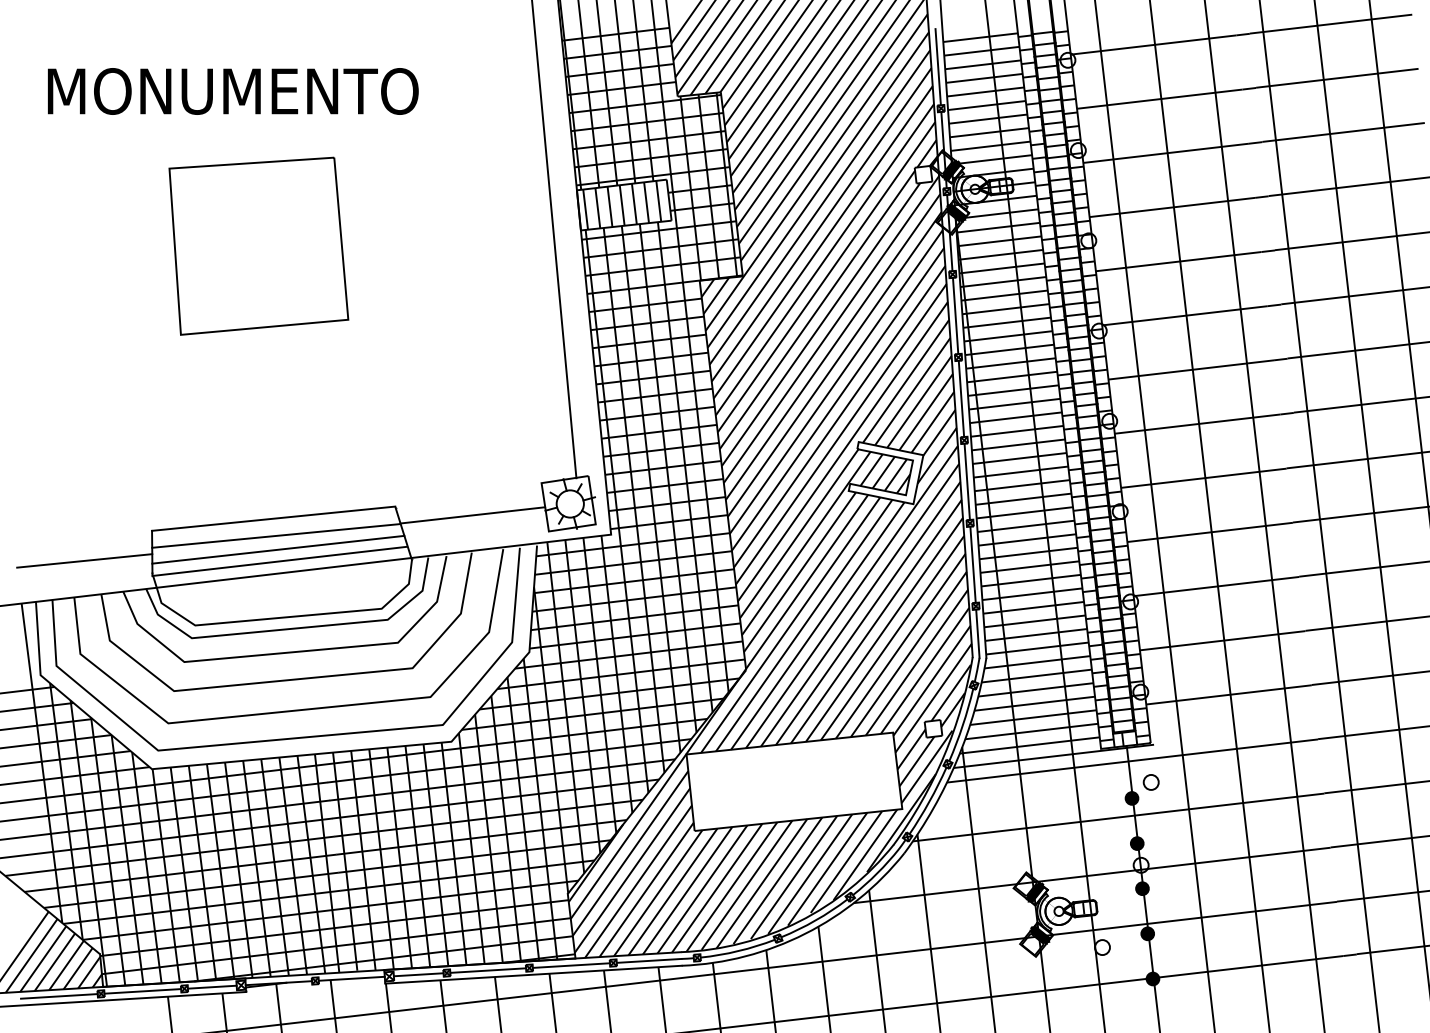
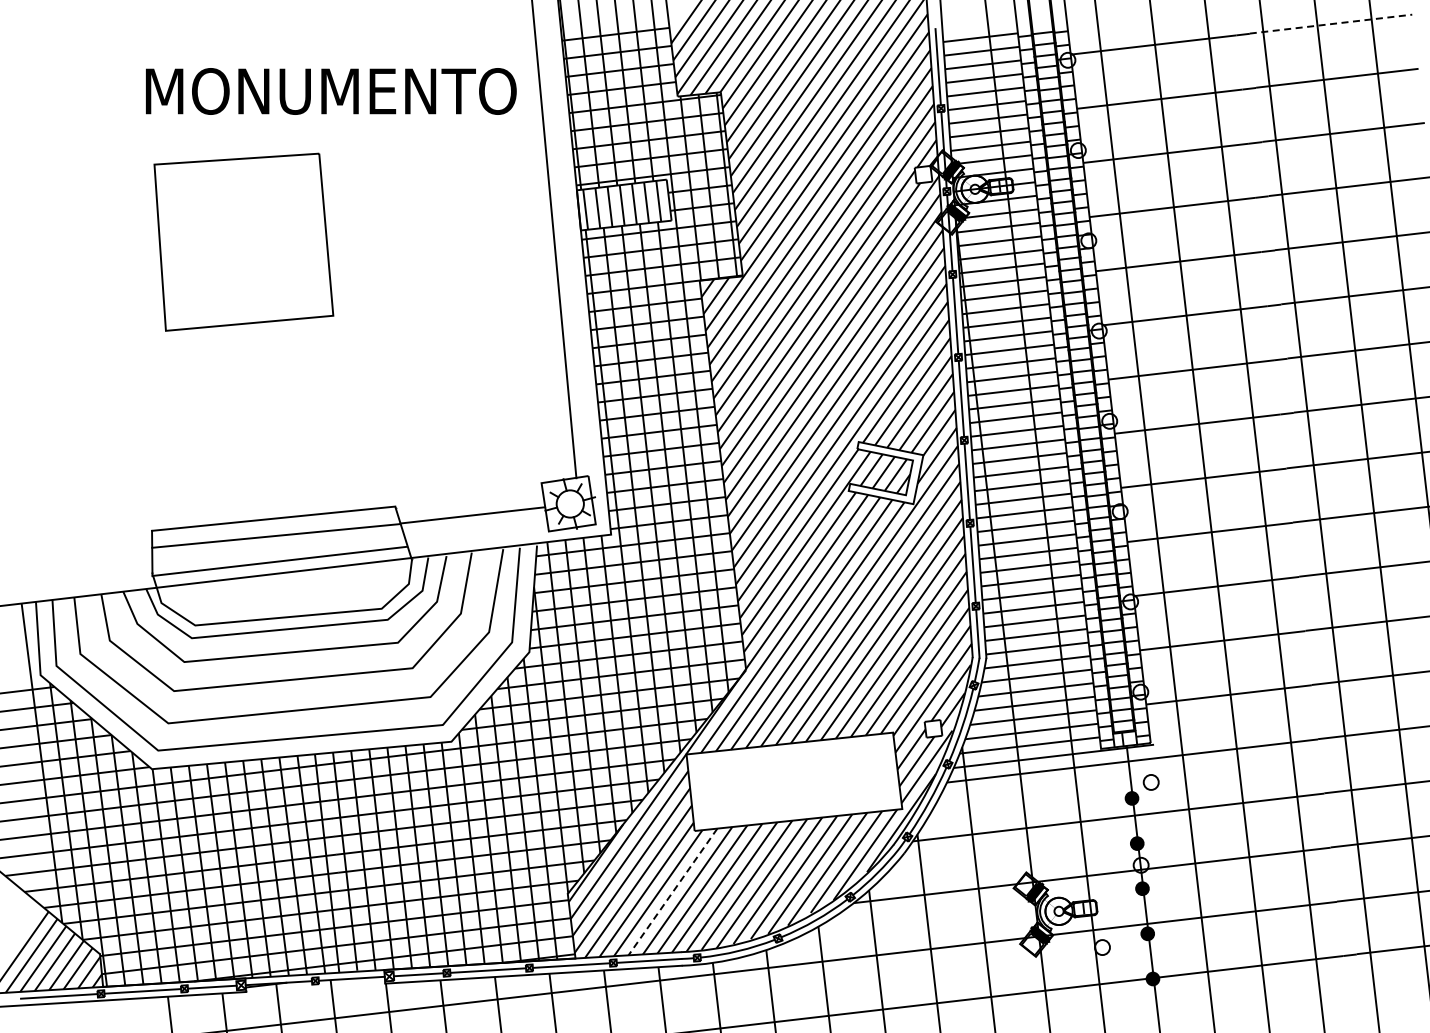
line at (1331, 24): solid -> dashed
text at (233, 91) position: (233, 91) -> (331, 91)
part at (258, 245) position: (258, 245) -> (243, 241)
line at (278, 549): present -> none
line at (84, 560): present -> none
line at (672, 892): solid -> dashed
